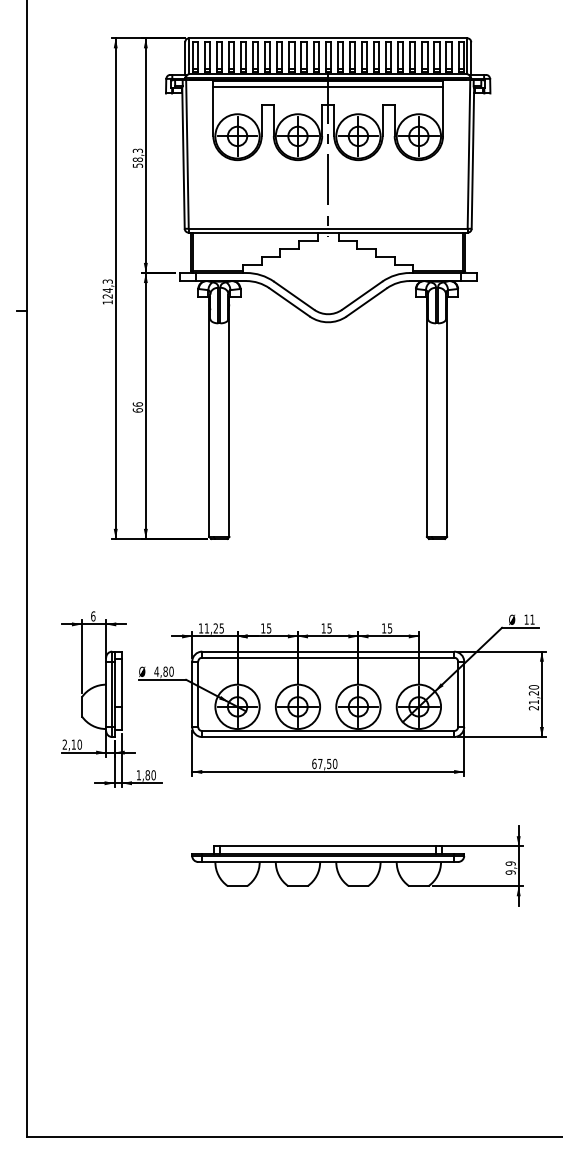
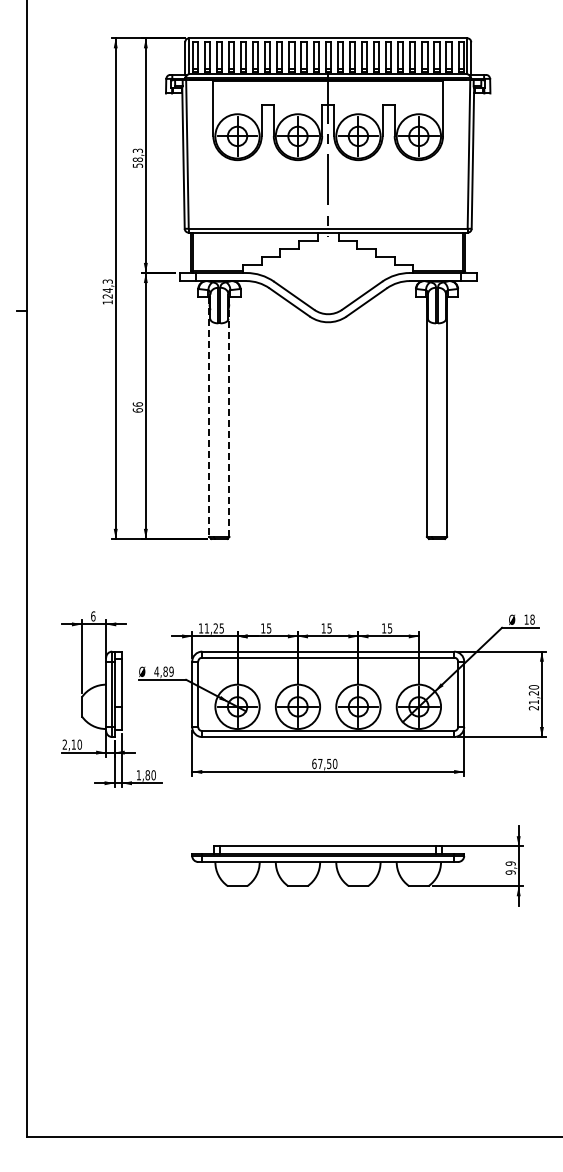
line at (328, 87): present -> none
line at (209, 417): solid -> dashed
line at (229, 417): solid -> dashed
text at (532, 619): 11 -> 18
text at (171, 671): 4,80 -> 4,89
